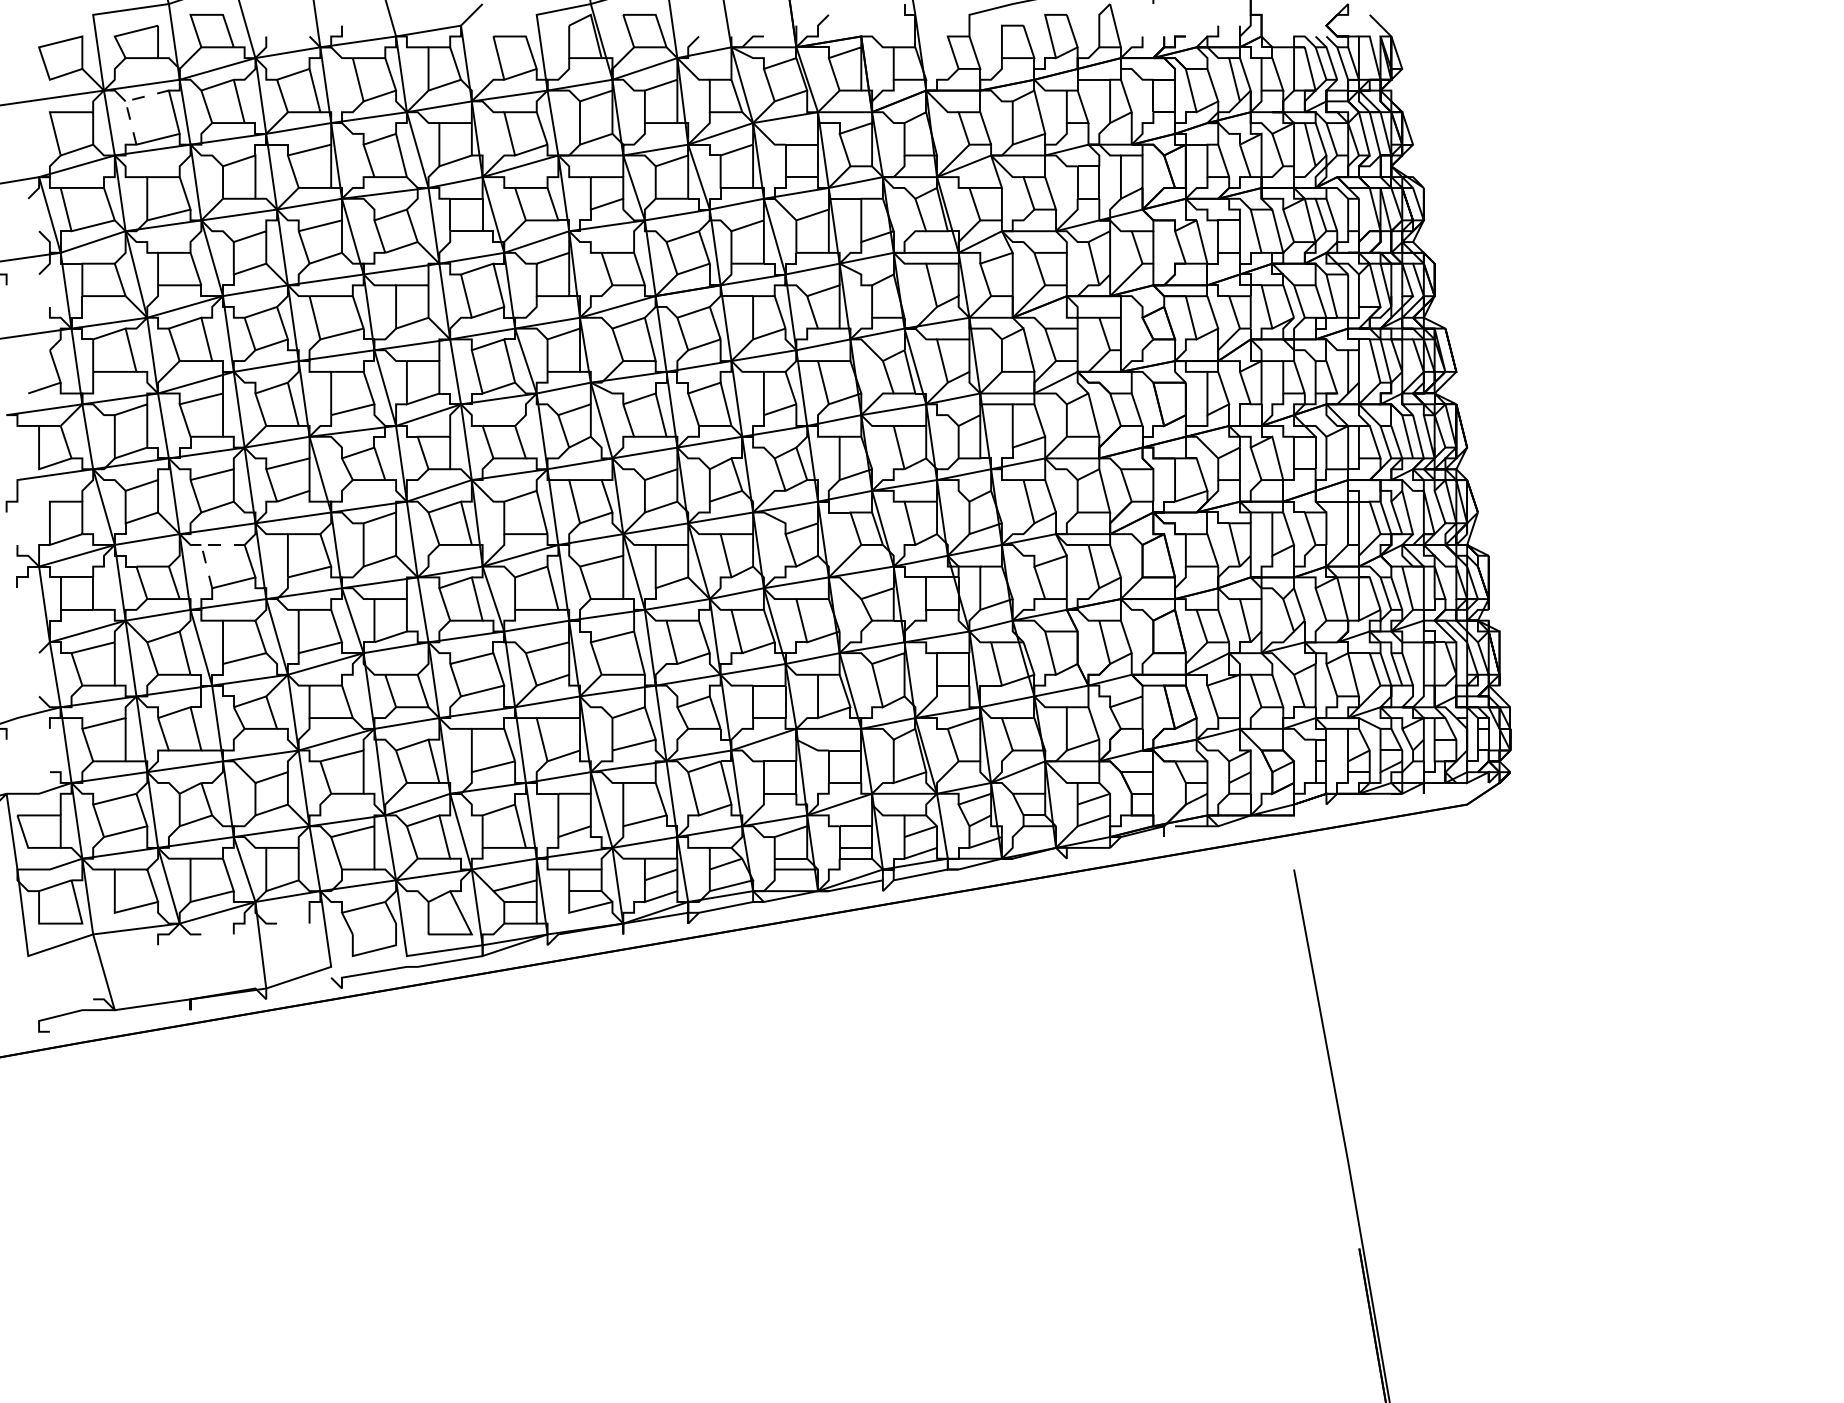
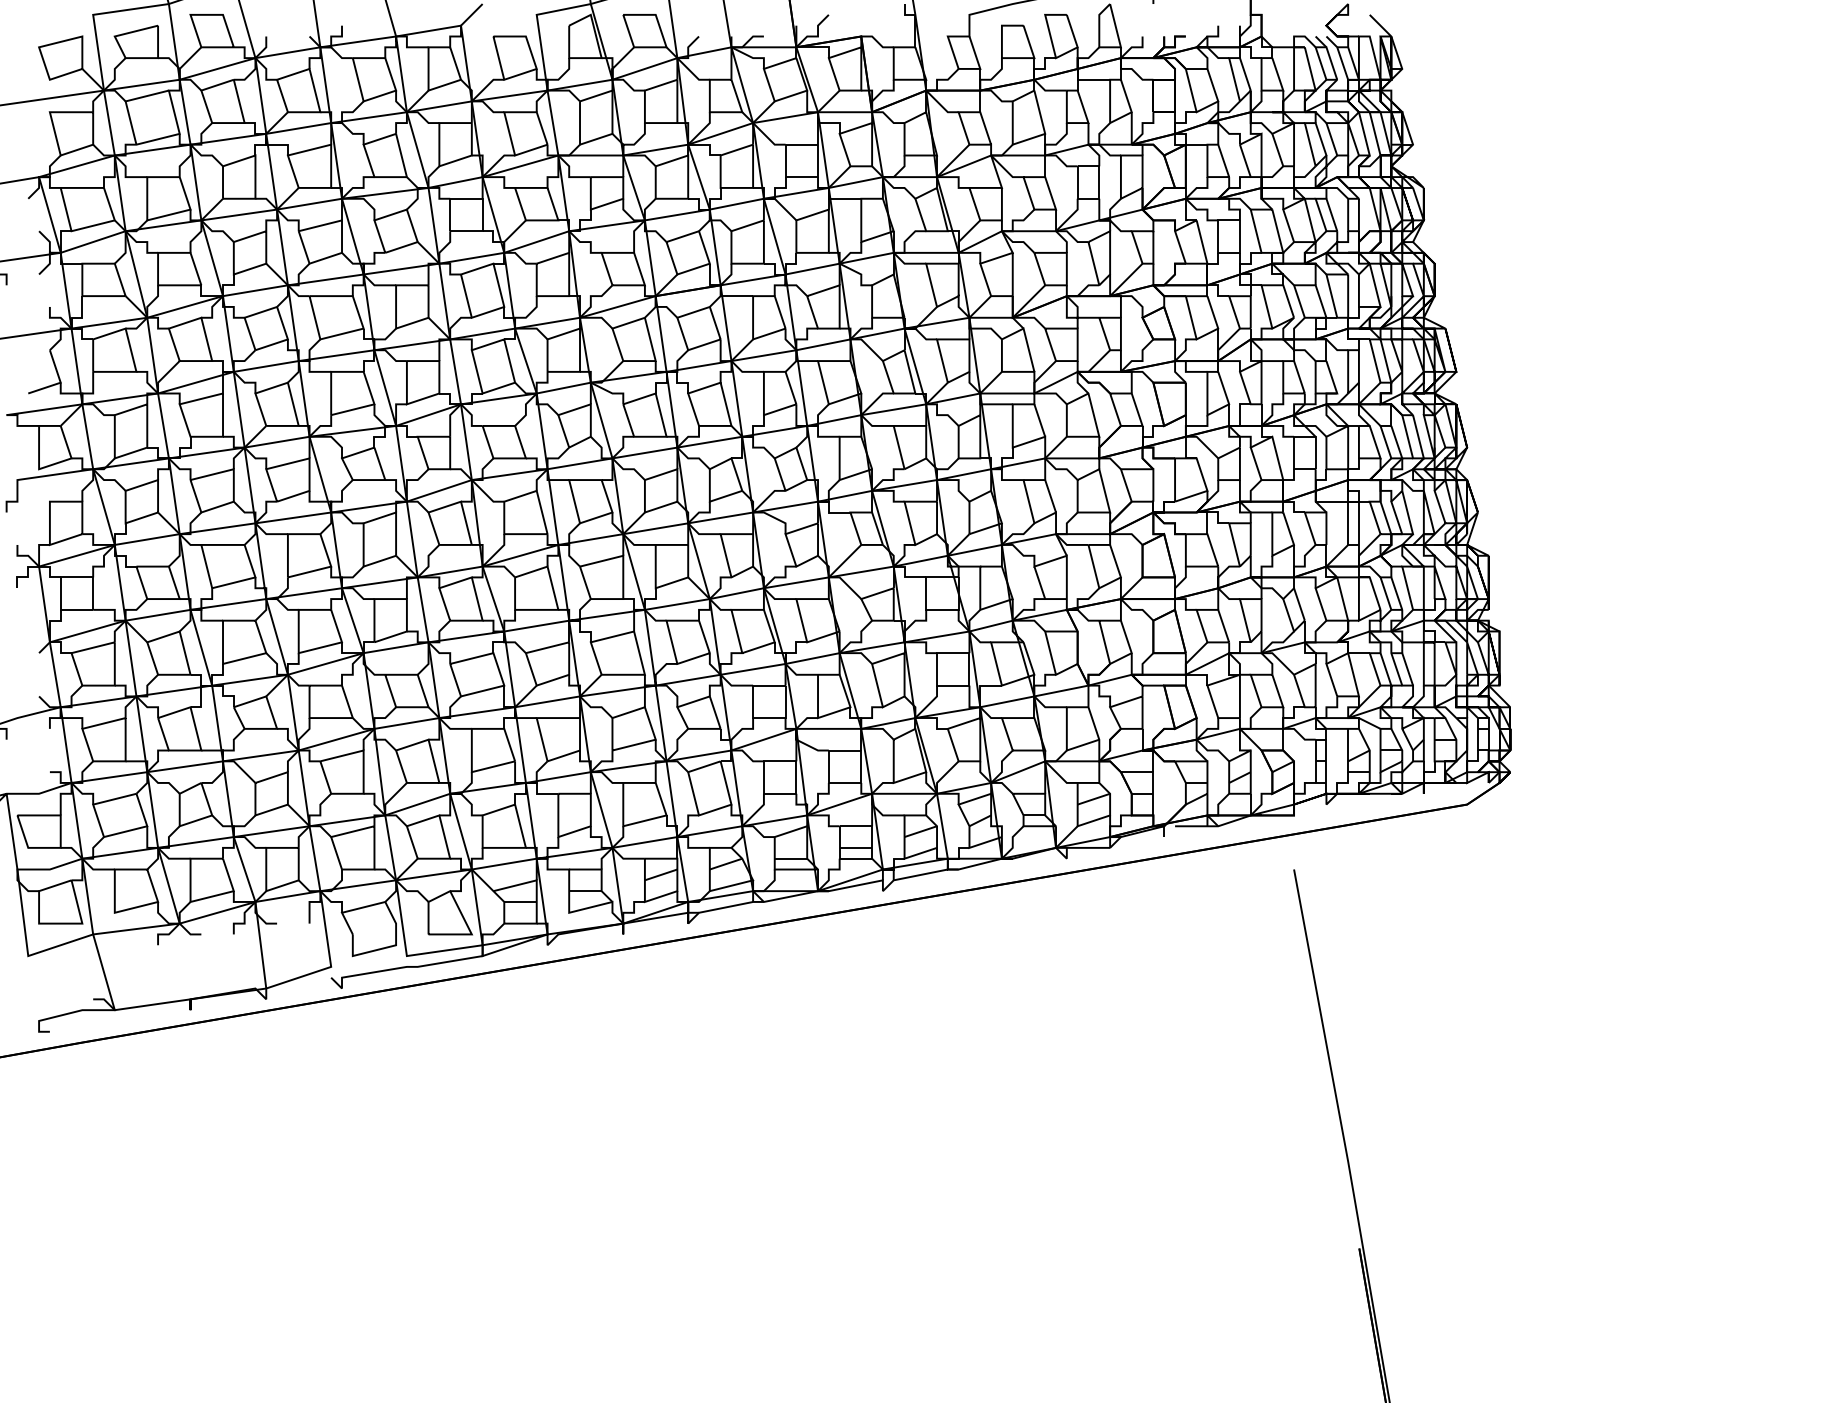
line at (125, 101): dashed -> solid
line at (201, 544): dashed -> solid
